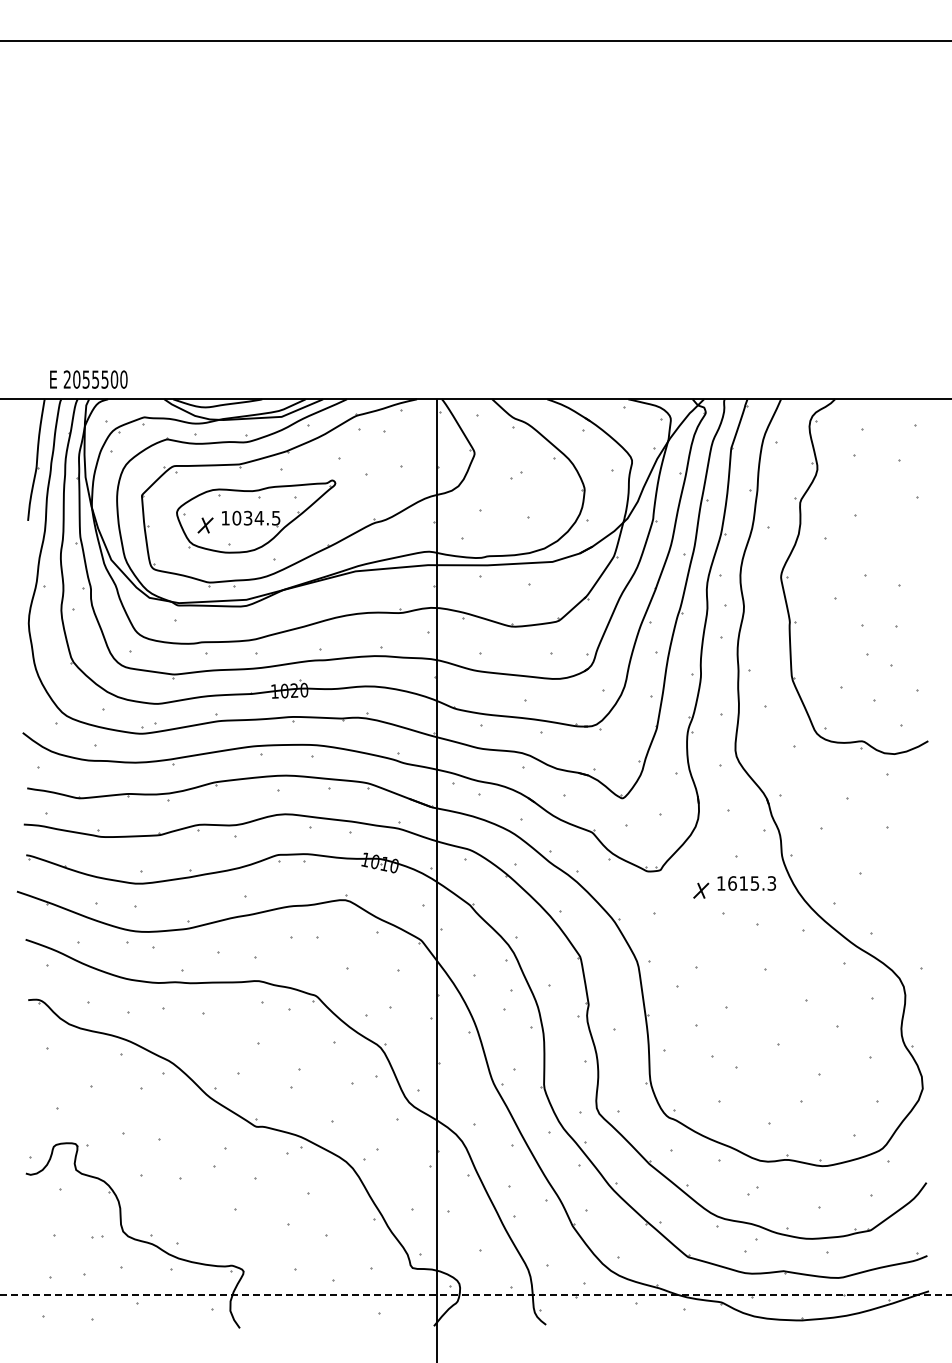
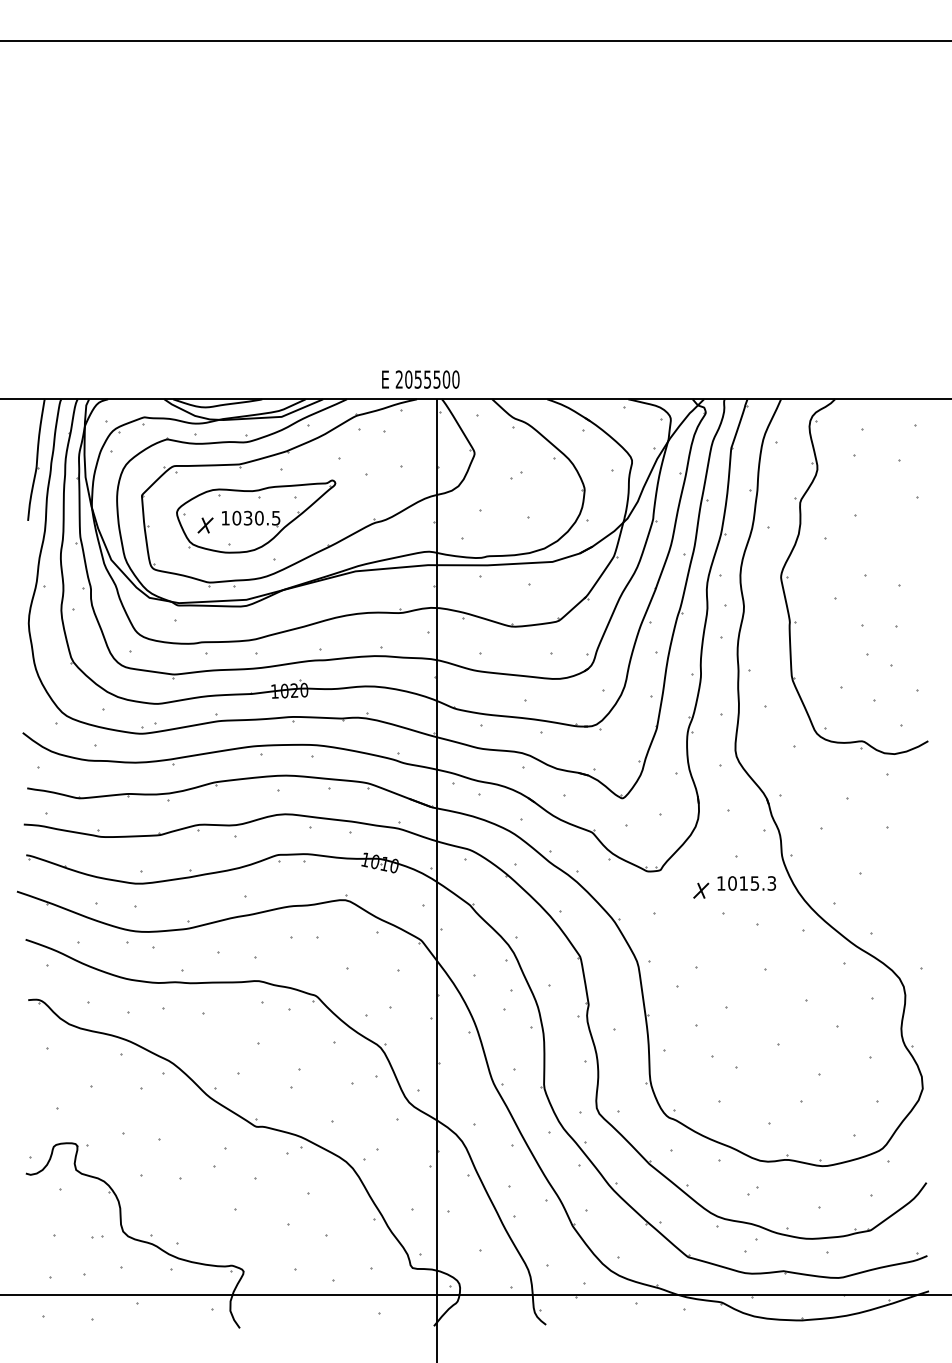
text at (88, 379) position: (88, 379) -> (420, 379)
text at (258, 517): 1034.5 -> 1030.5
text at (732, 883): 1615.3 -> 1015.3
line at (475, 1295): dashed -> solid
